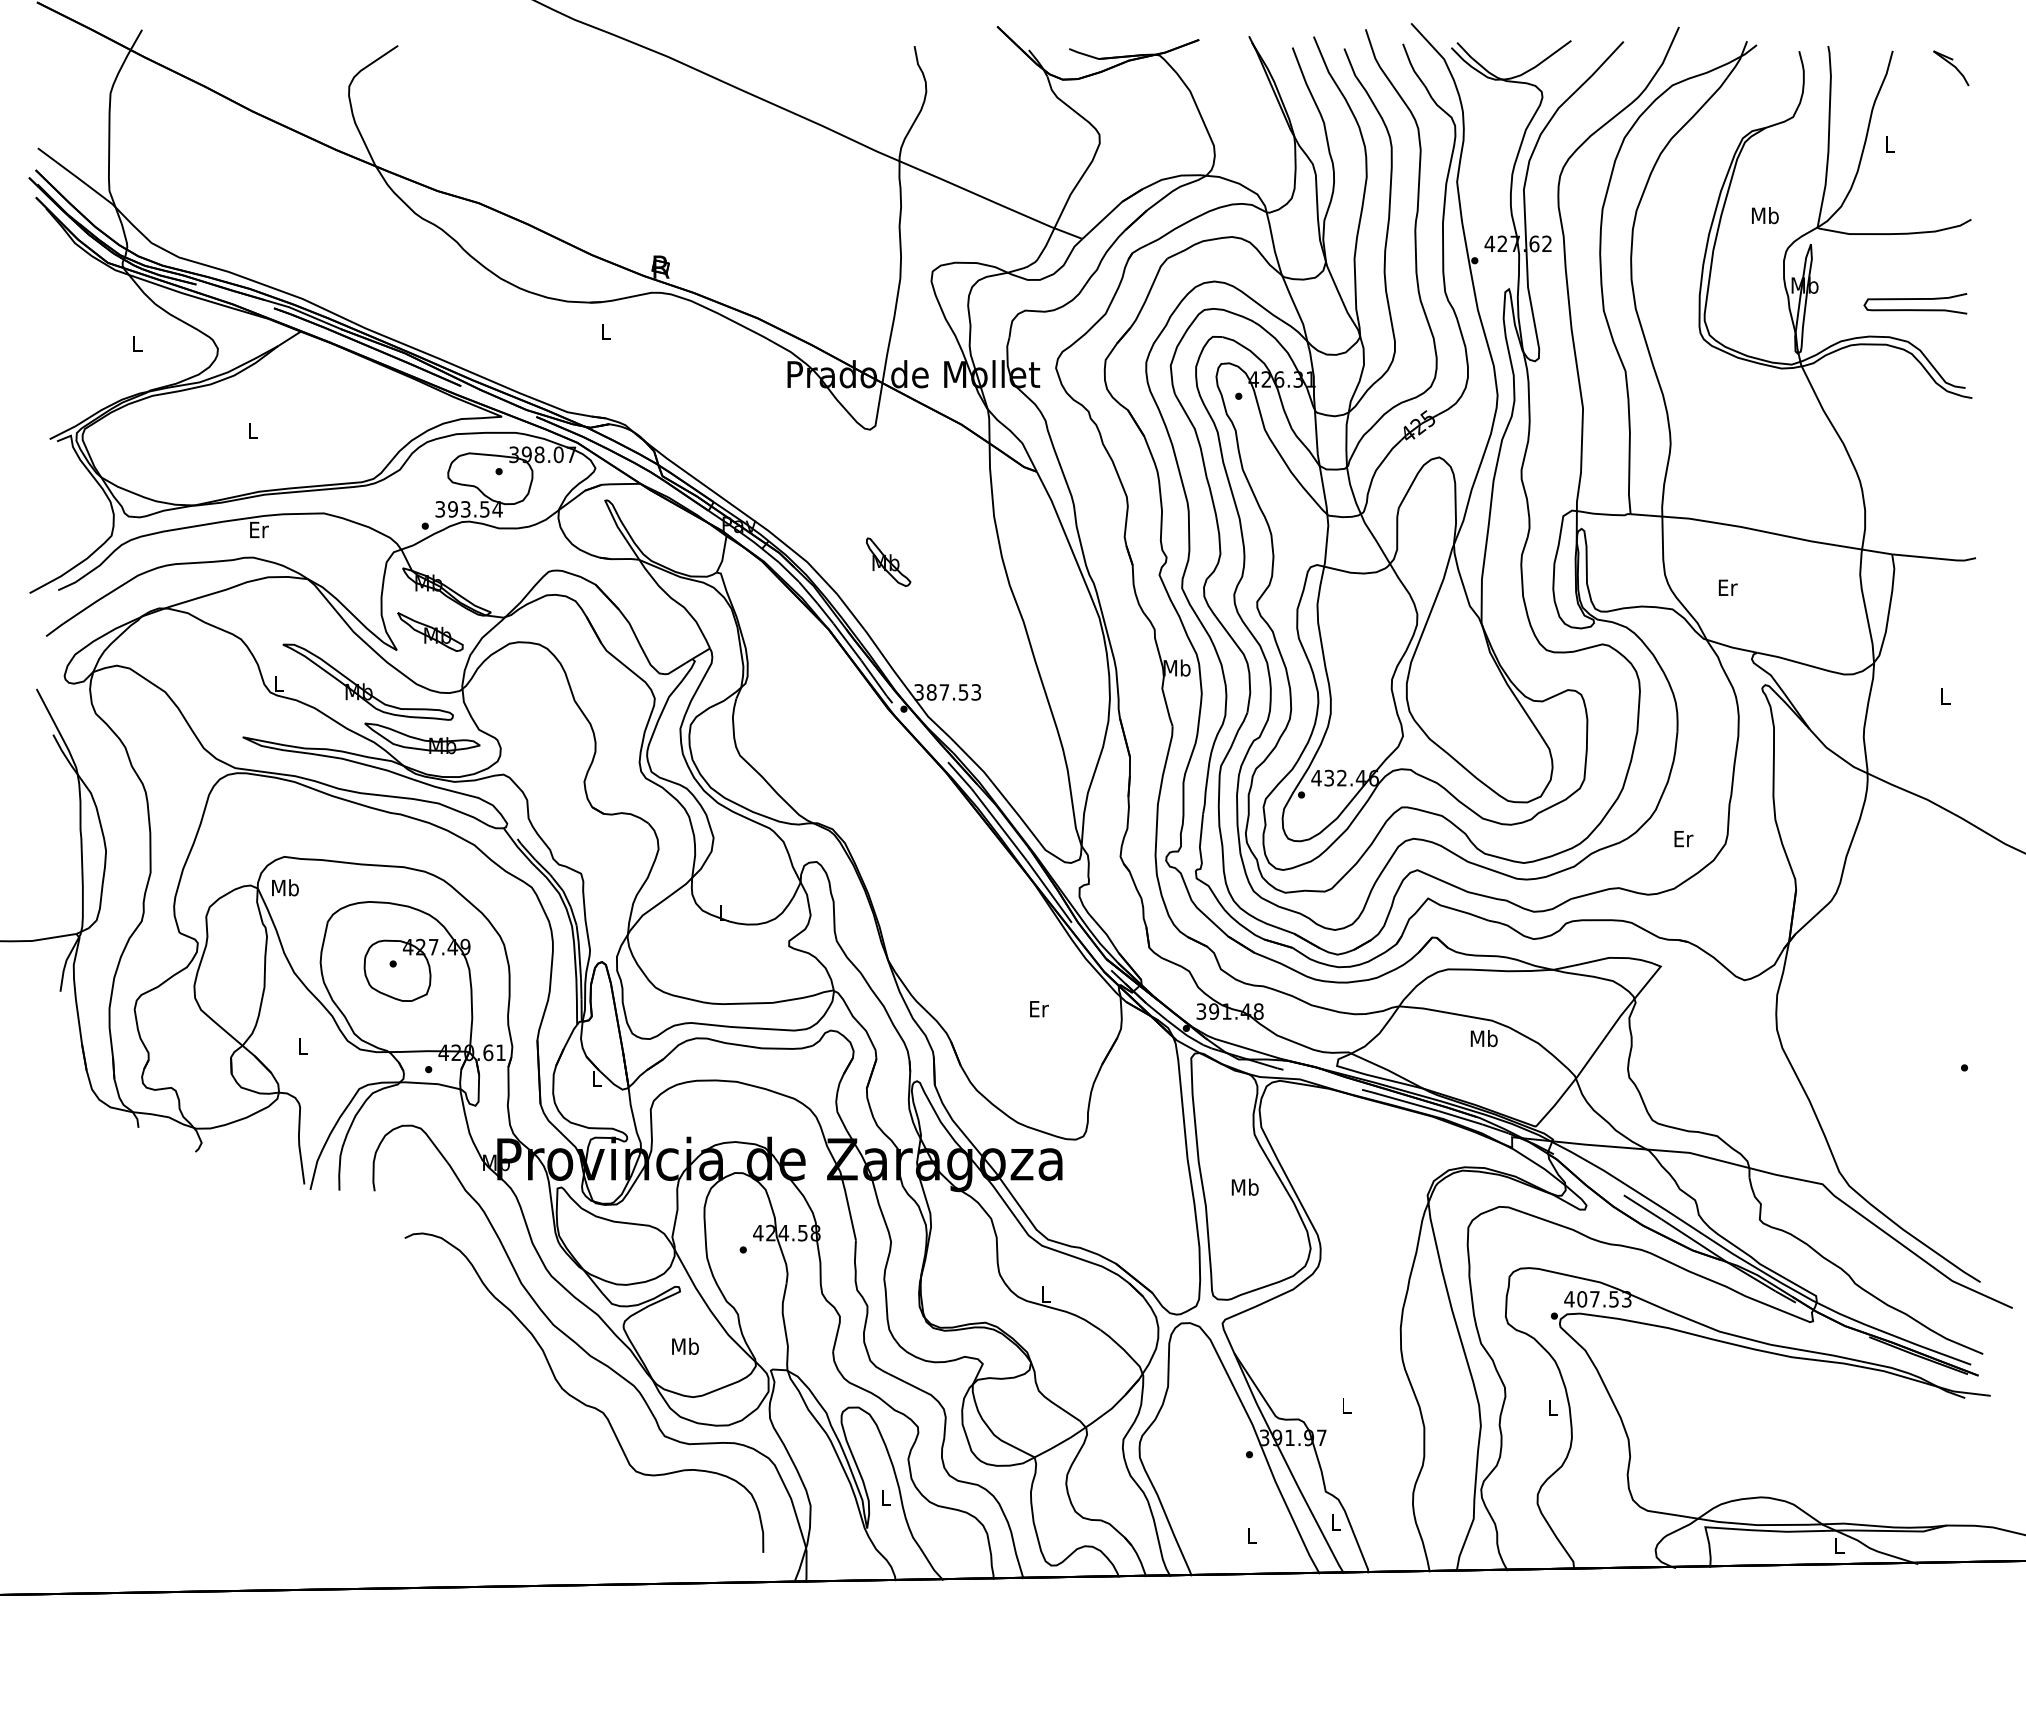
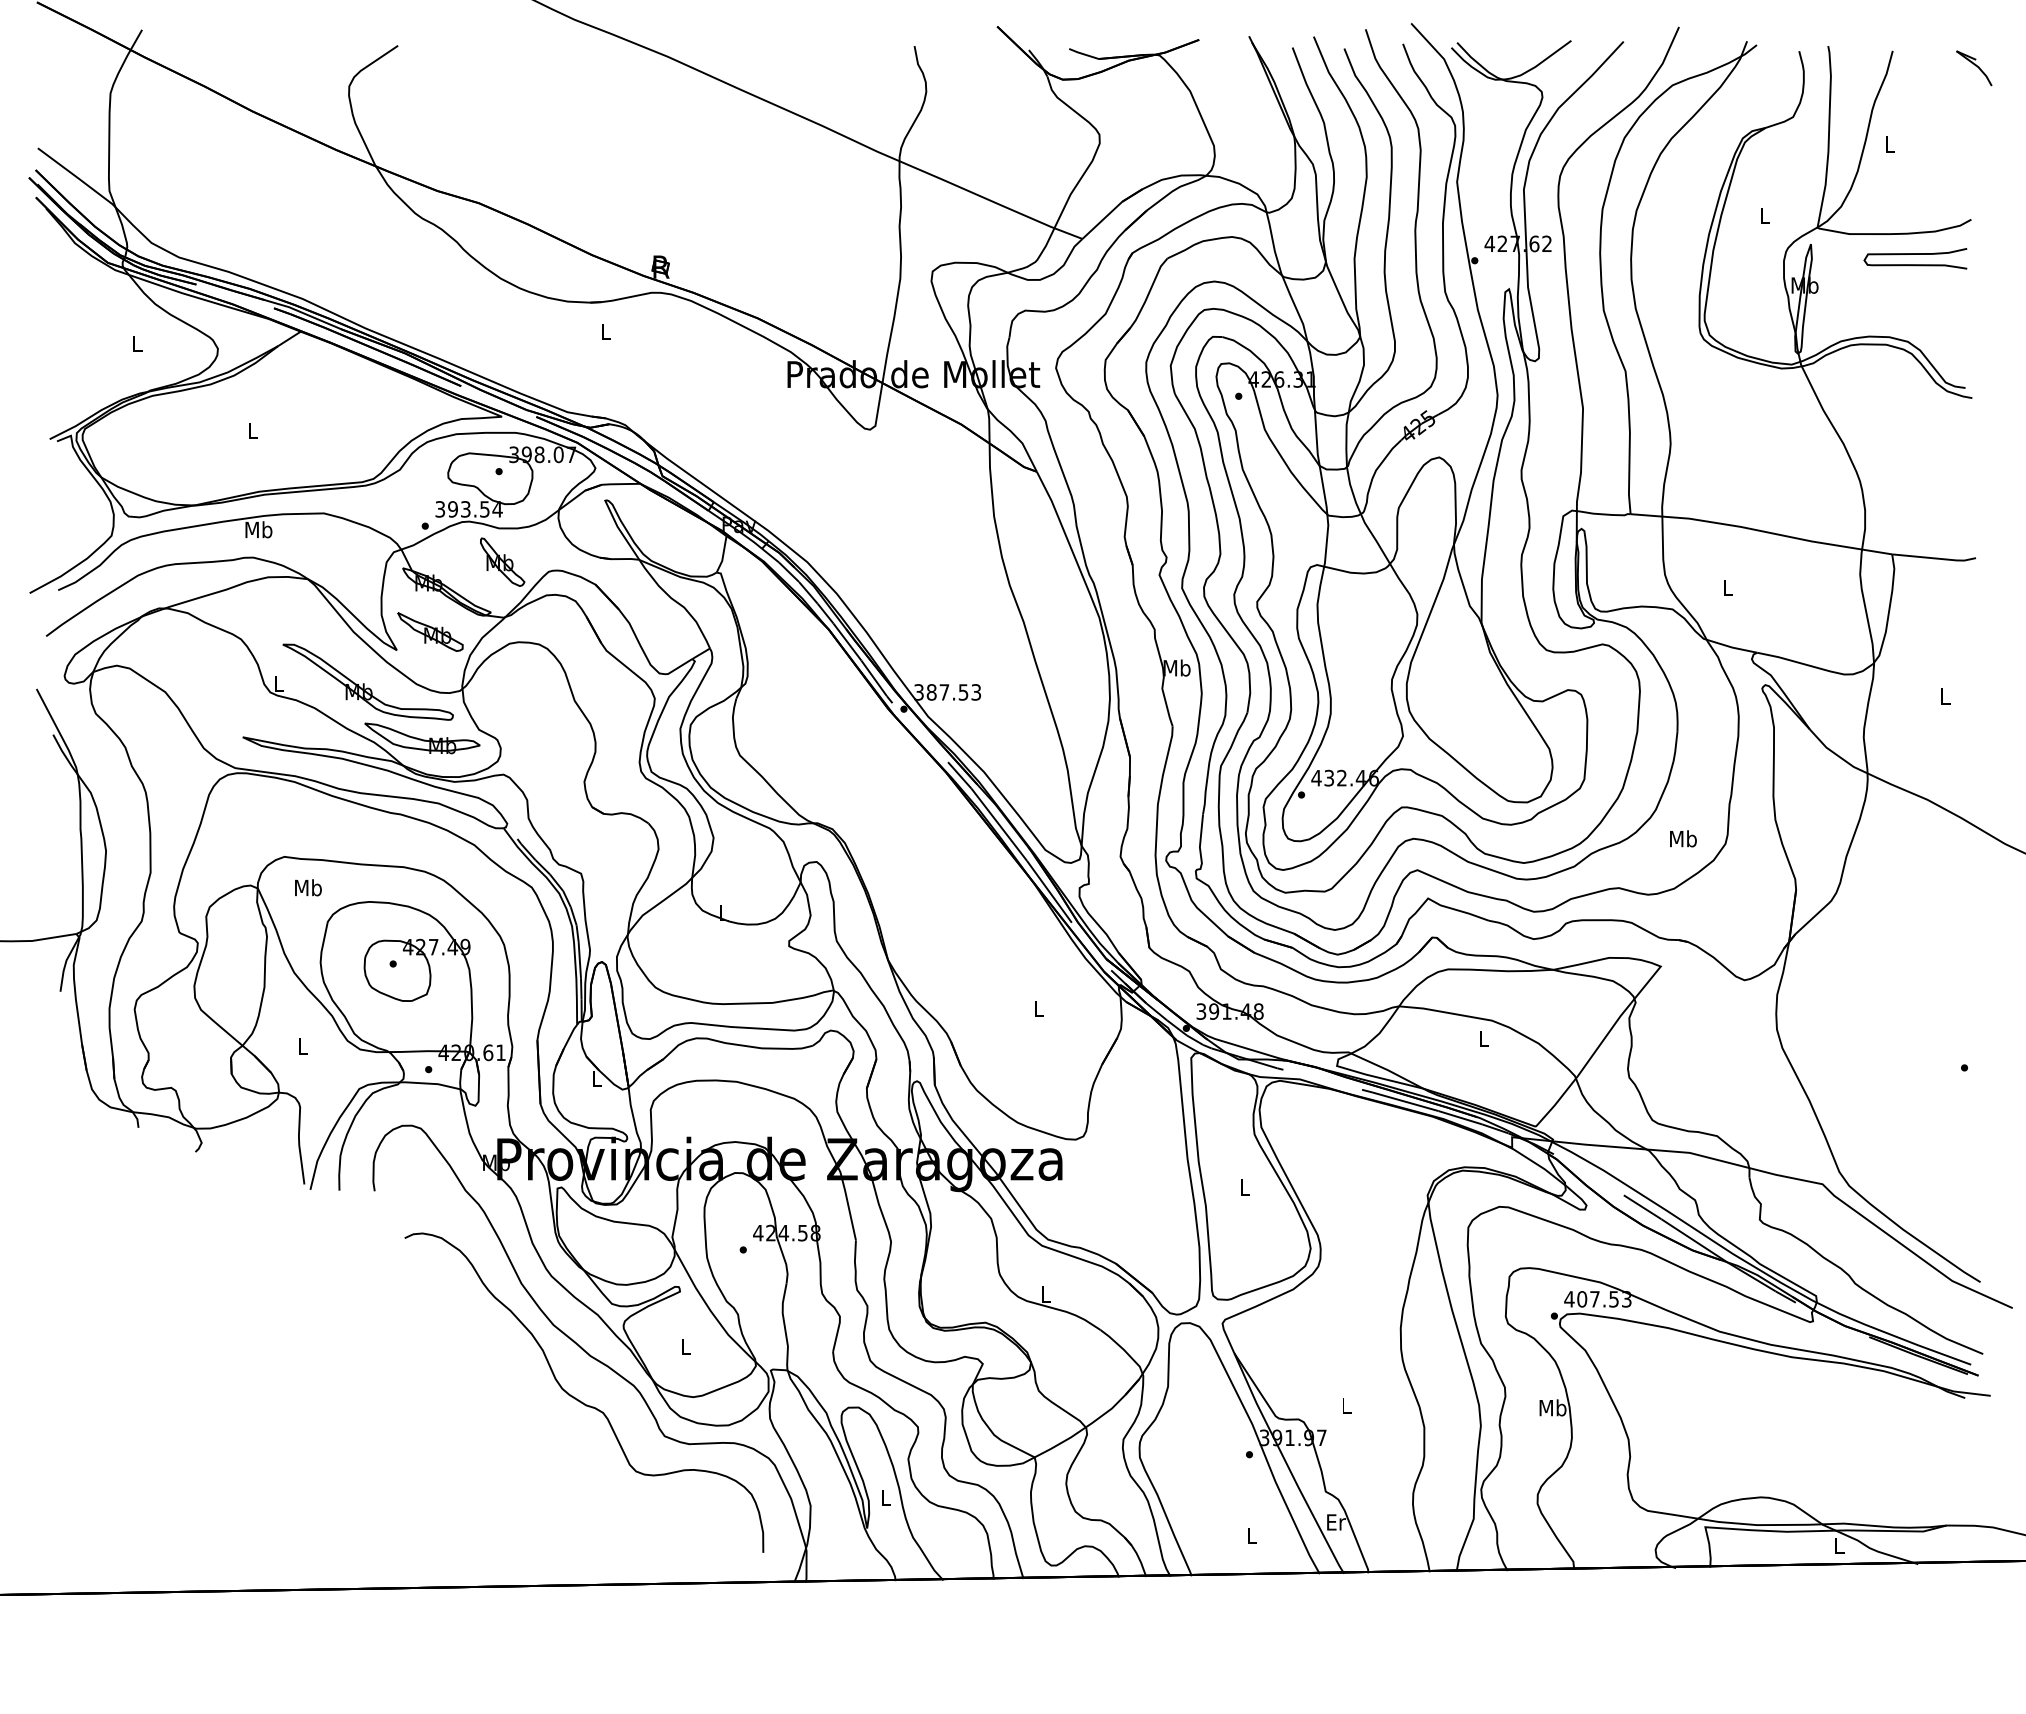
part at (1951, 68) position: (1951, 68) -> (1974, 68)
text at (1765, 215): Mb -> L
curve at (1915, 299) position: (1915, 299) -> (1915, 254)
text at (258, 529): Er -> Mb
part at (888, 561) position: (888, 561) -> (502, 561)
text at (1727, 587): Er -> L
text at (1683, 838): Er -> Mb
text at (285, 887) position: (285, 887) -> (308, 887)
text at (1039, 1009): Er -> L
text at (1483, 1038): Mb -> L
text at (1244, 1186): Mb -> L
text at (685, 1345): Mb -> L
text at (1552, 1407): L -> Mb
text at (1336, 1522): L -> Er
